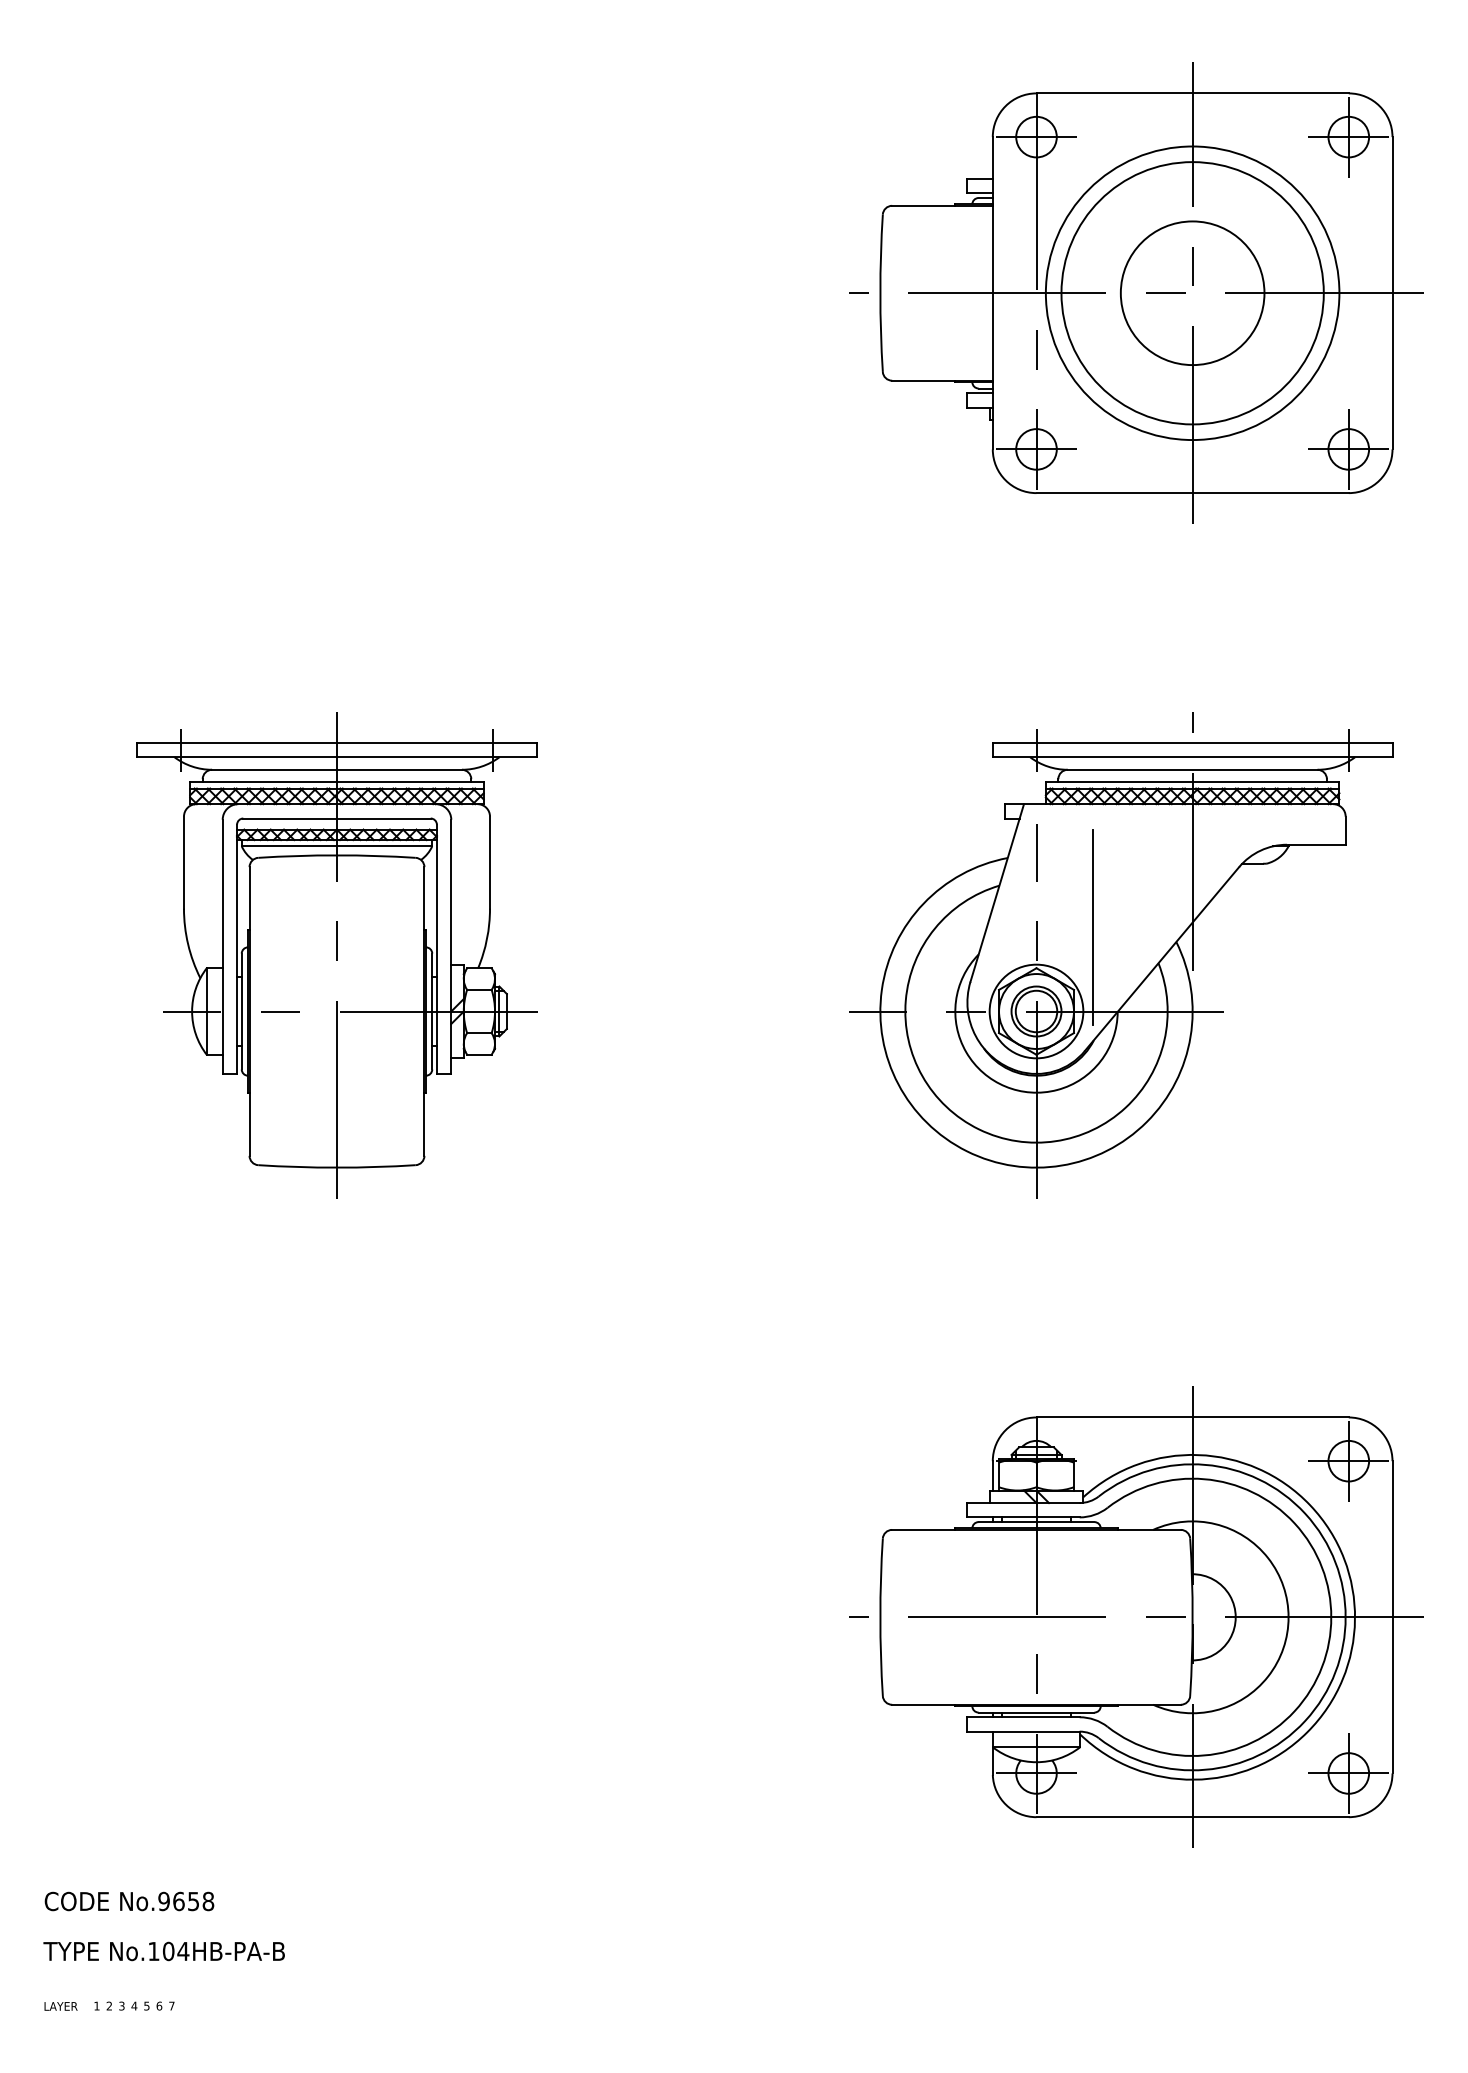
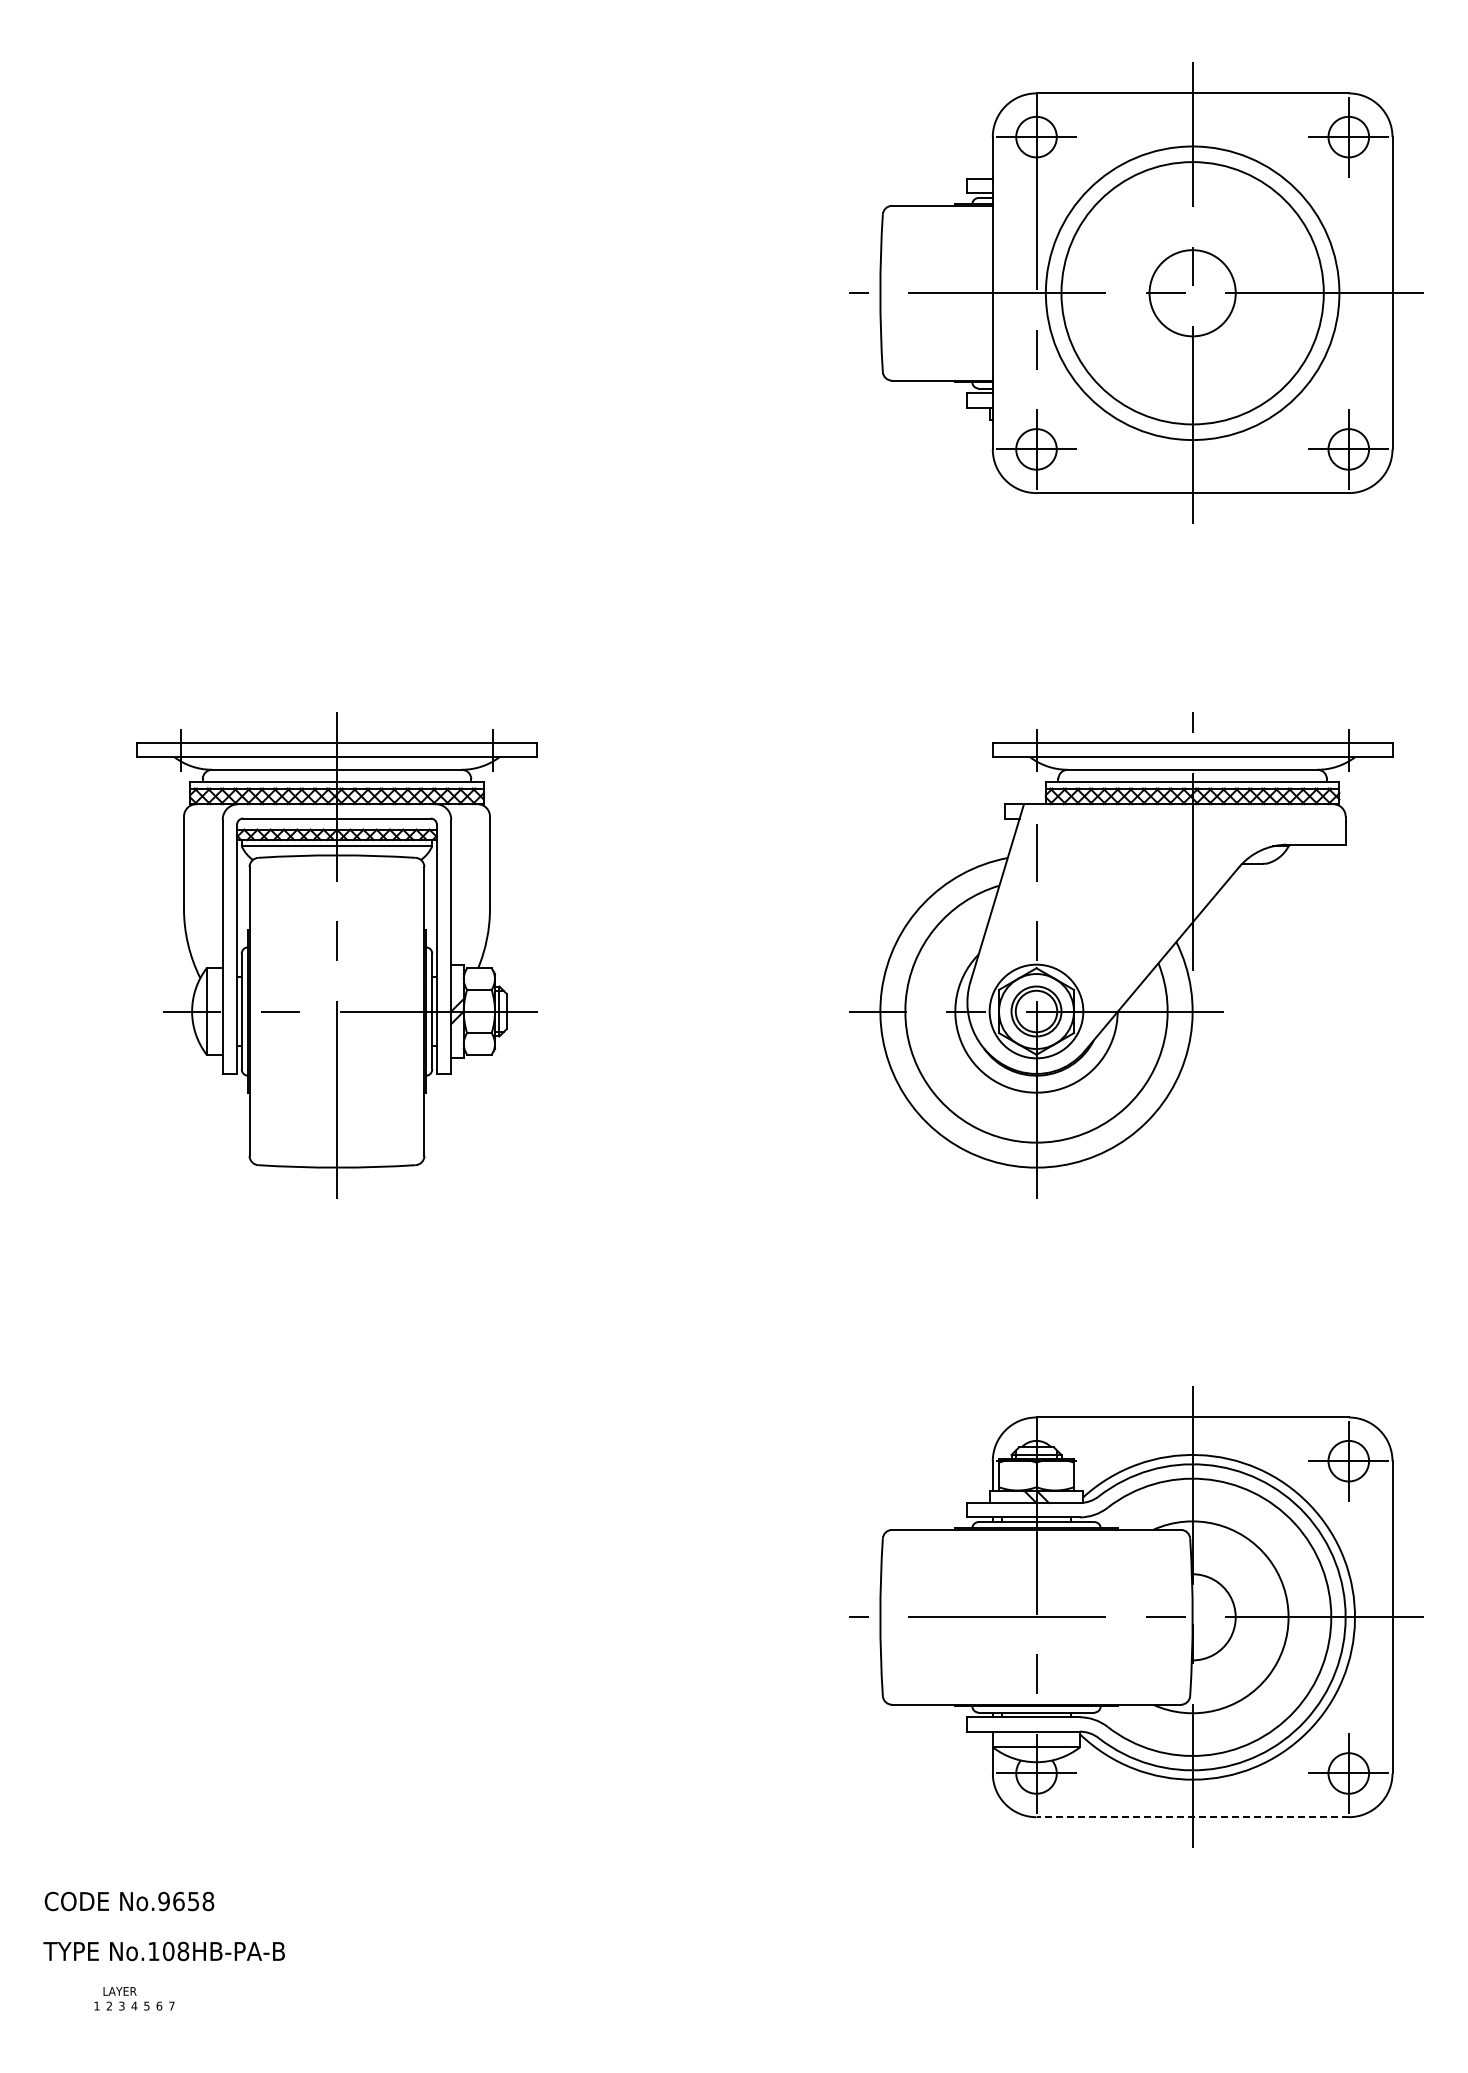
circle at (1192, 293) diameter: 144 px -> 86 px
line at (1092, 926): present -> none
line at (1192, 1817): solid -> dashed
text at (183, 1951): No.104HB-PA-B -> No.108HB-PA-B
text at (60, 2006) position: (60, 2006) -> (119, 1991)
